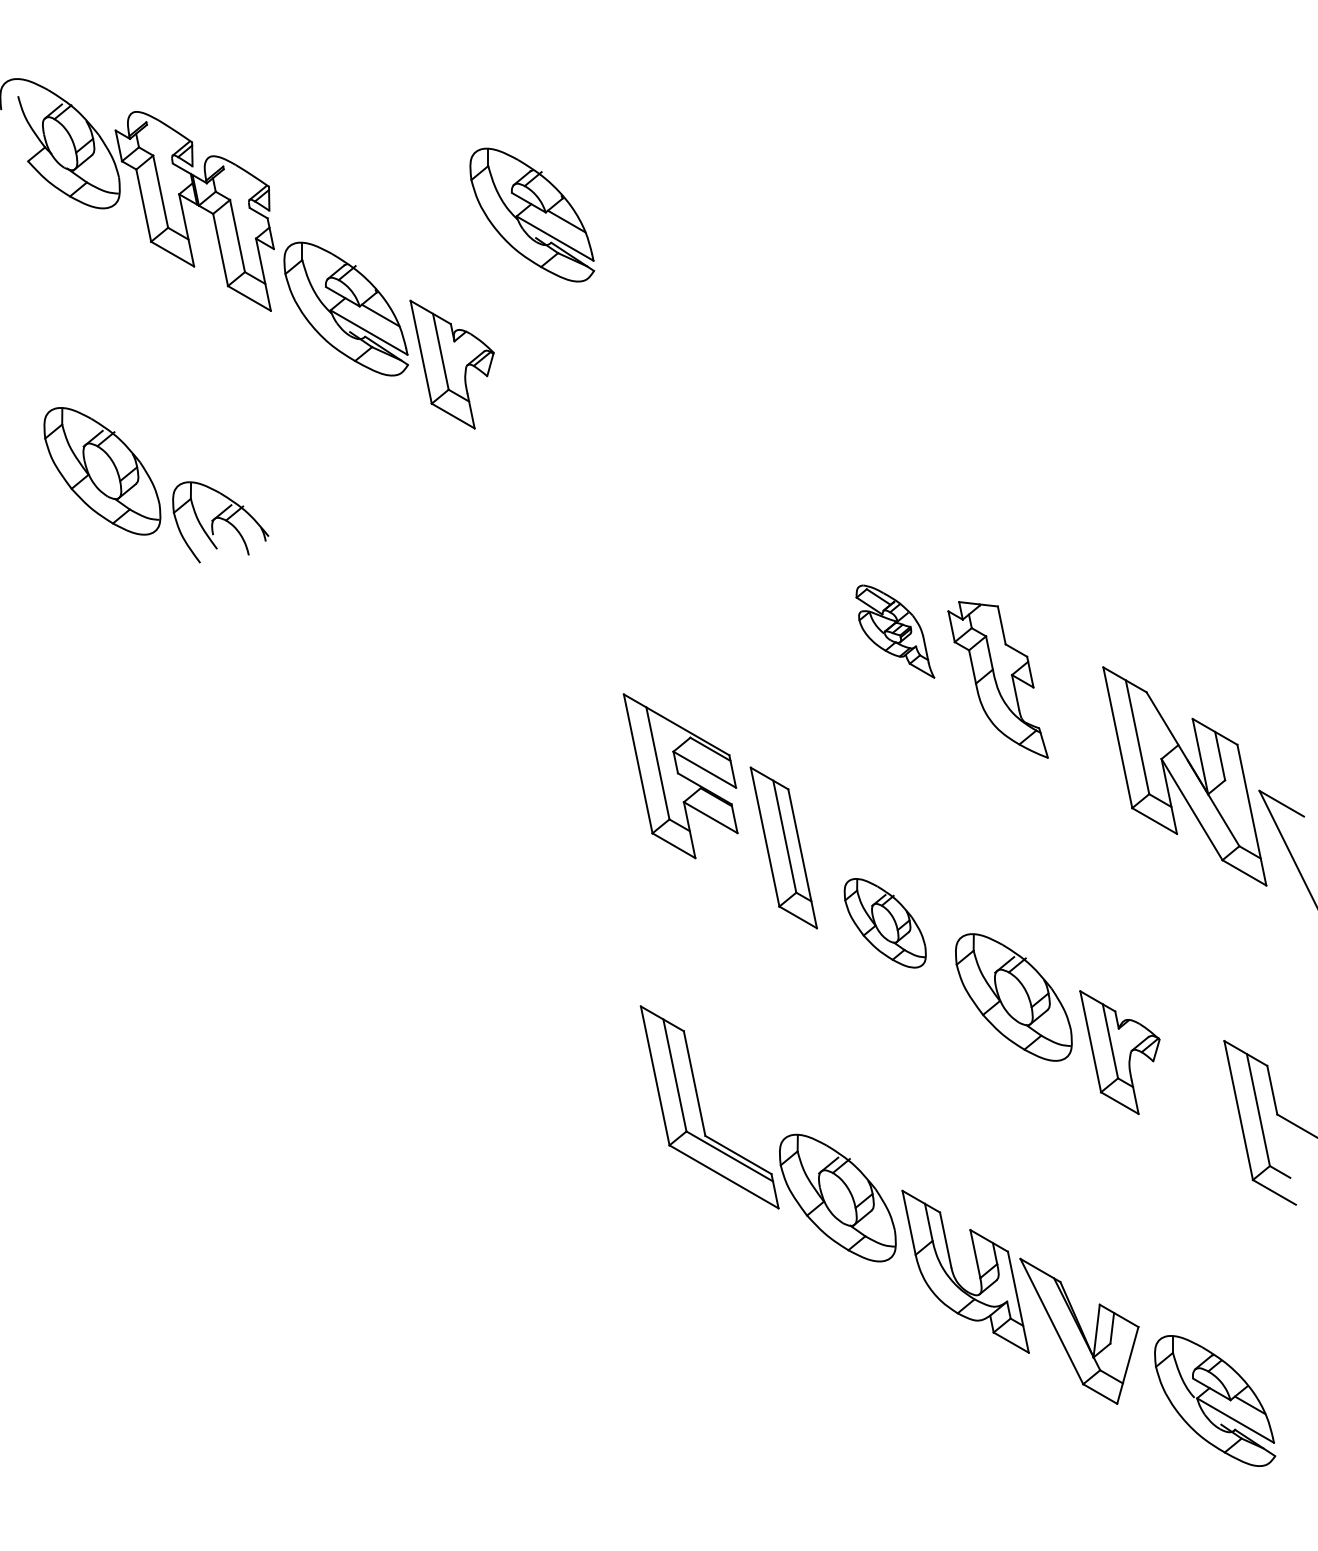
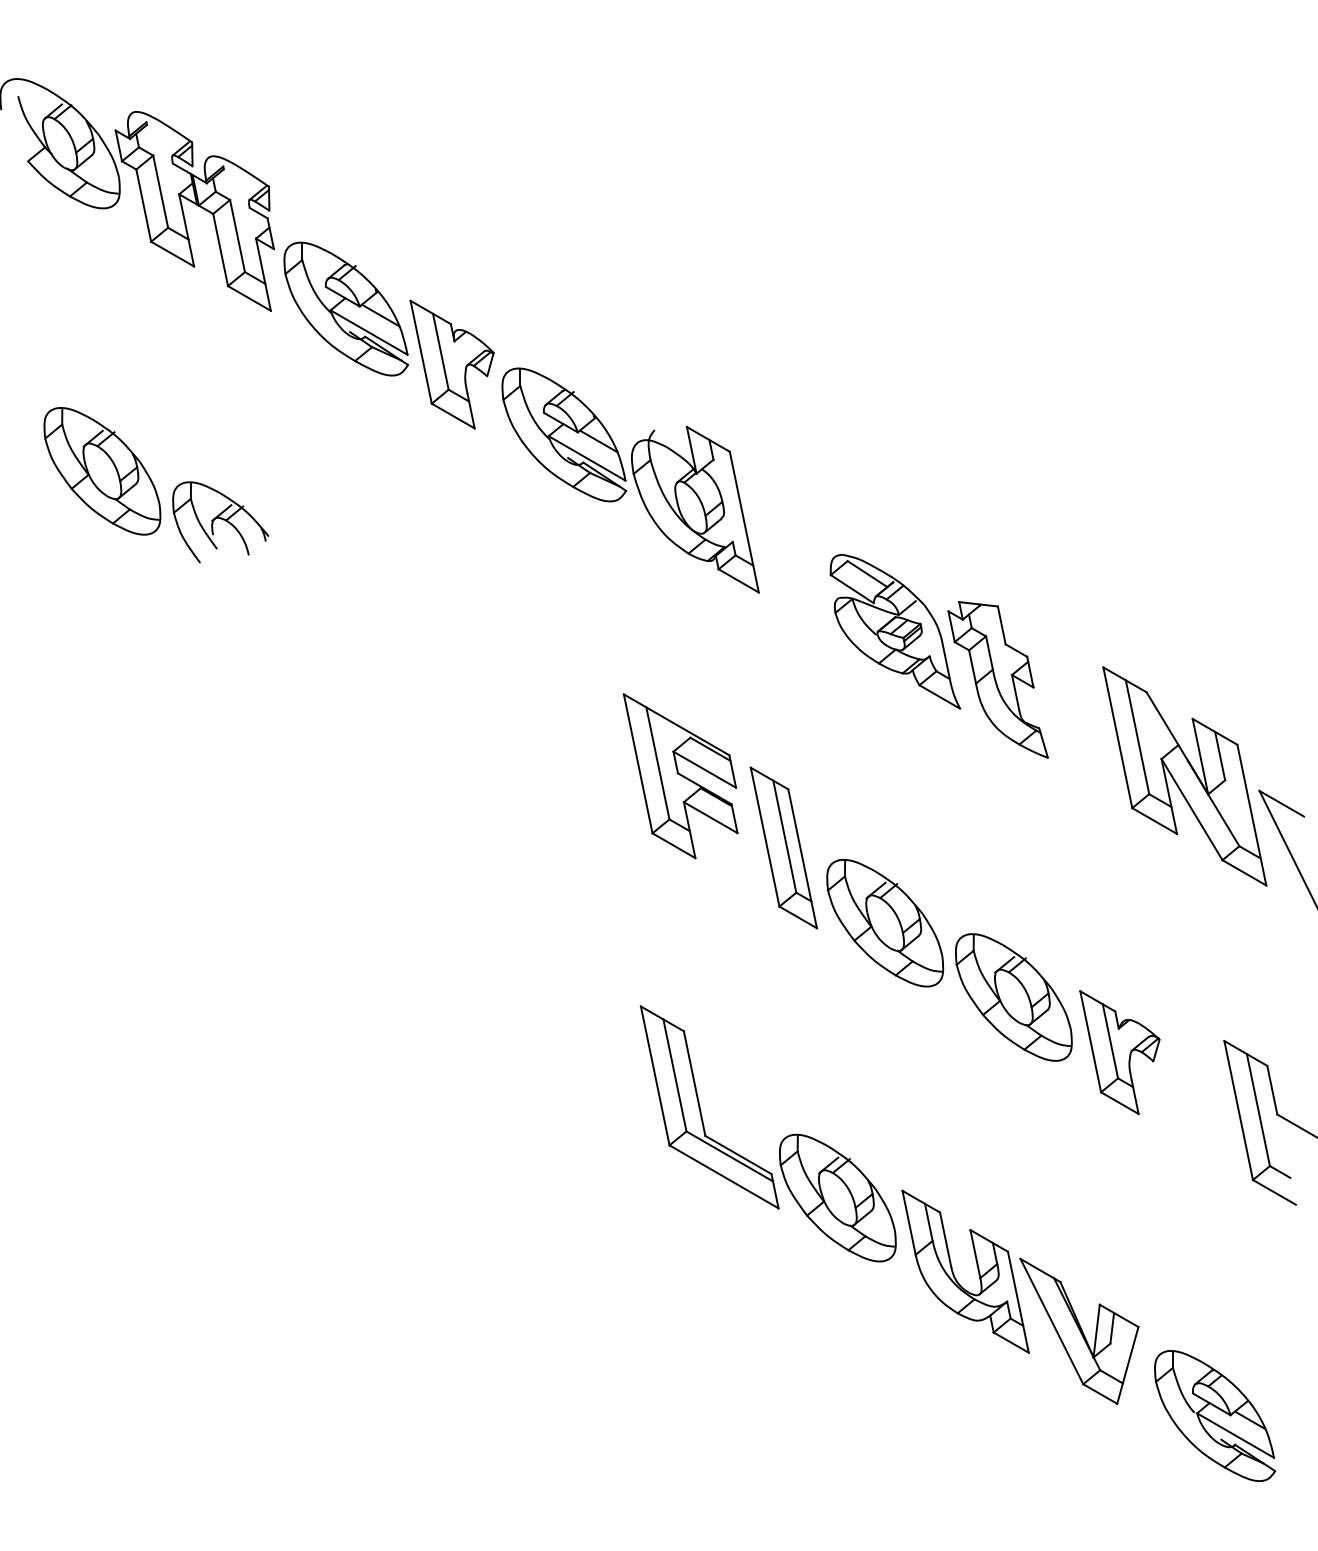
part at (532, 214): present -> none
part at (630, 480): none -> present
part at (895, 631) size: 81x95 px -> 133x157 px
part at (884, 923) size: 84x91 px -> 119x129 px
part at (1215, 1400) position: (1215, 1400) -> (1215, 1415)
